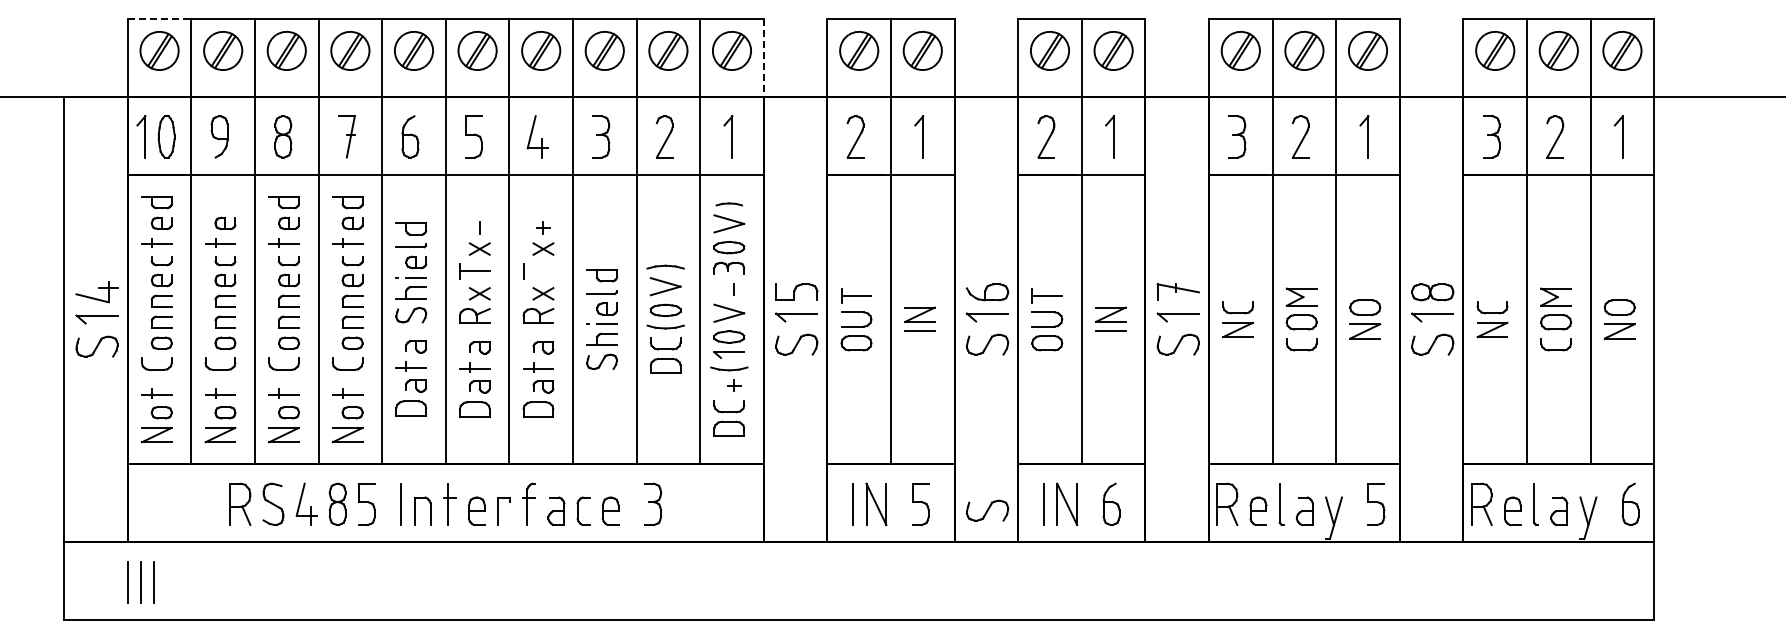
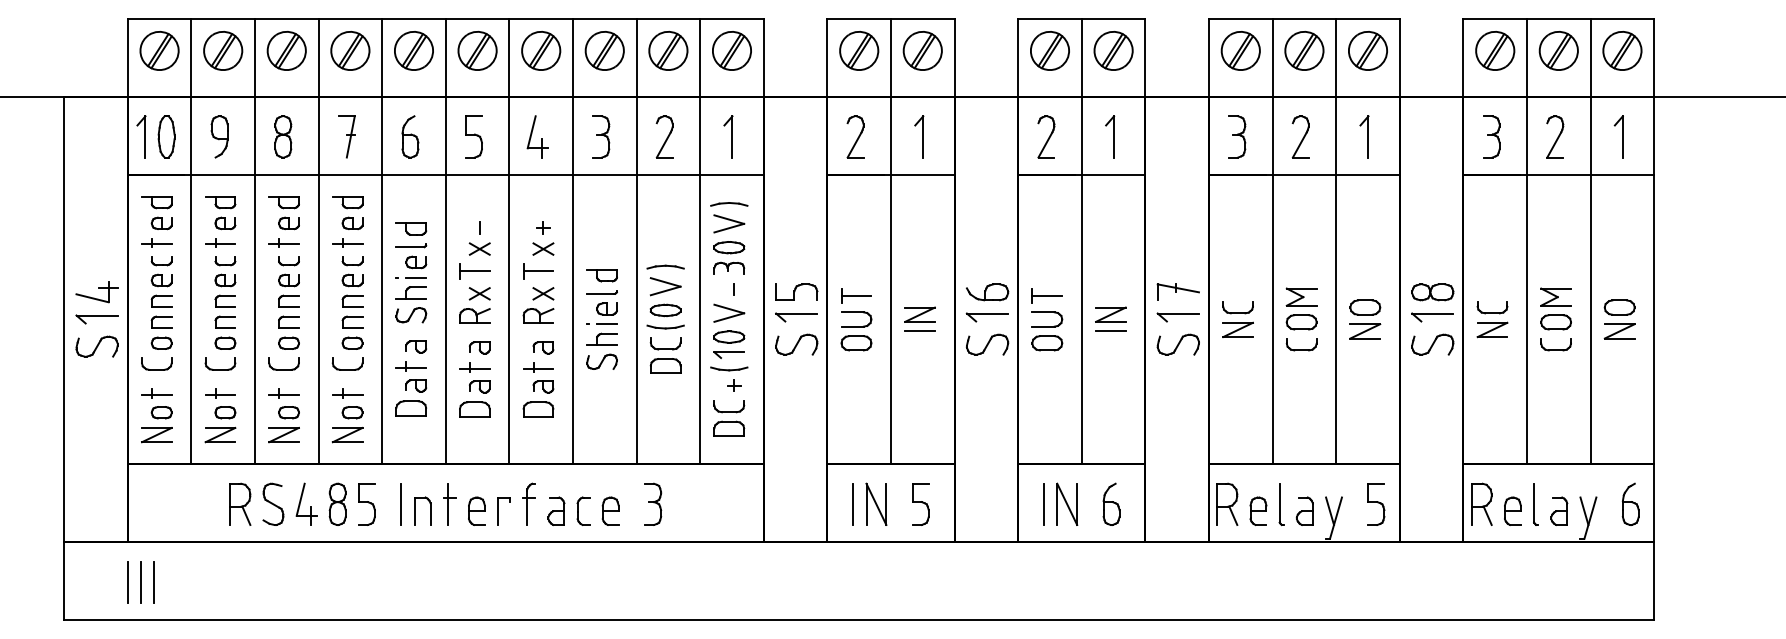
line at (159, 19): dashed -> solid
line at (763, 58): dashed -> solid
part at (220, 202): none -> present
part at (728, 204) size: 28x5 px -> 39x5 px
line at (538, 271): none -> present
part at (987, 510): present -> none
